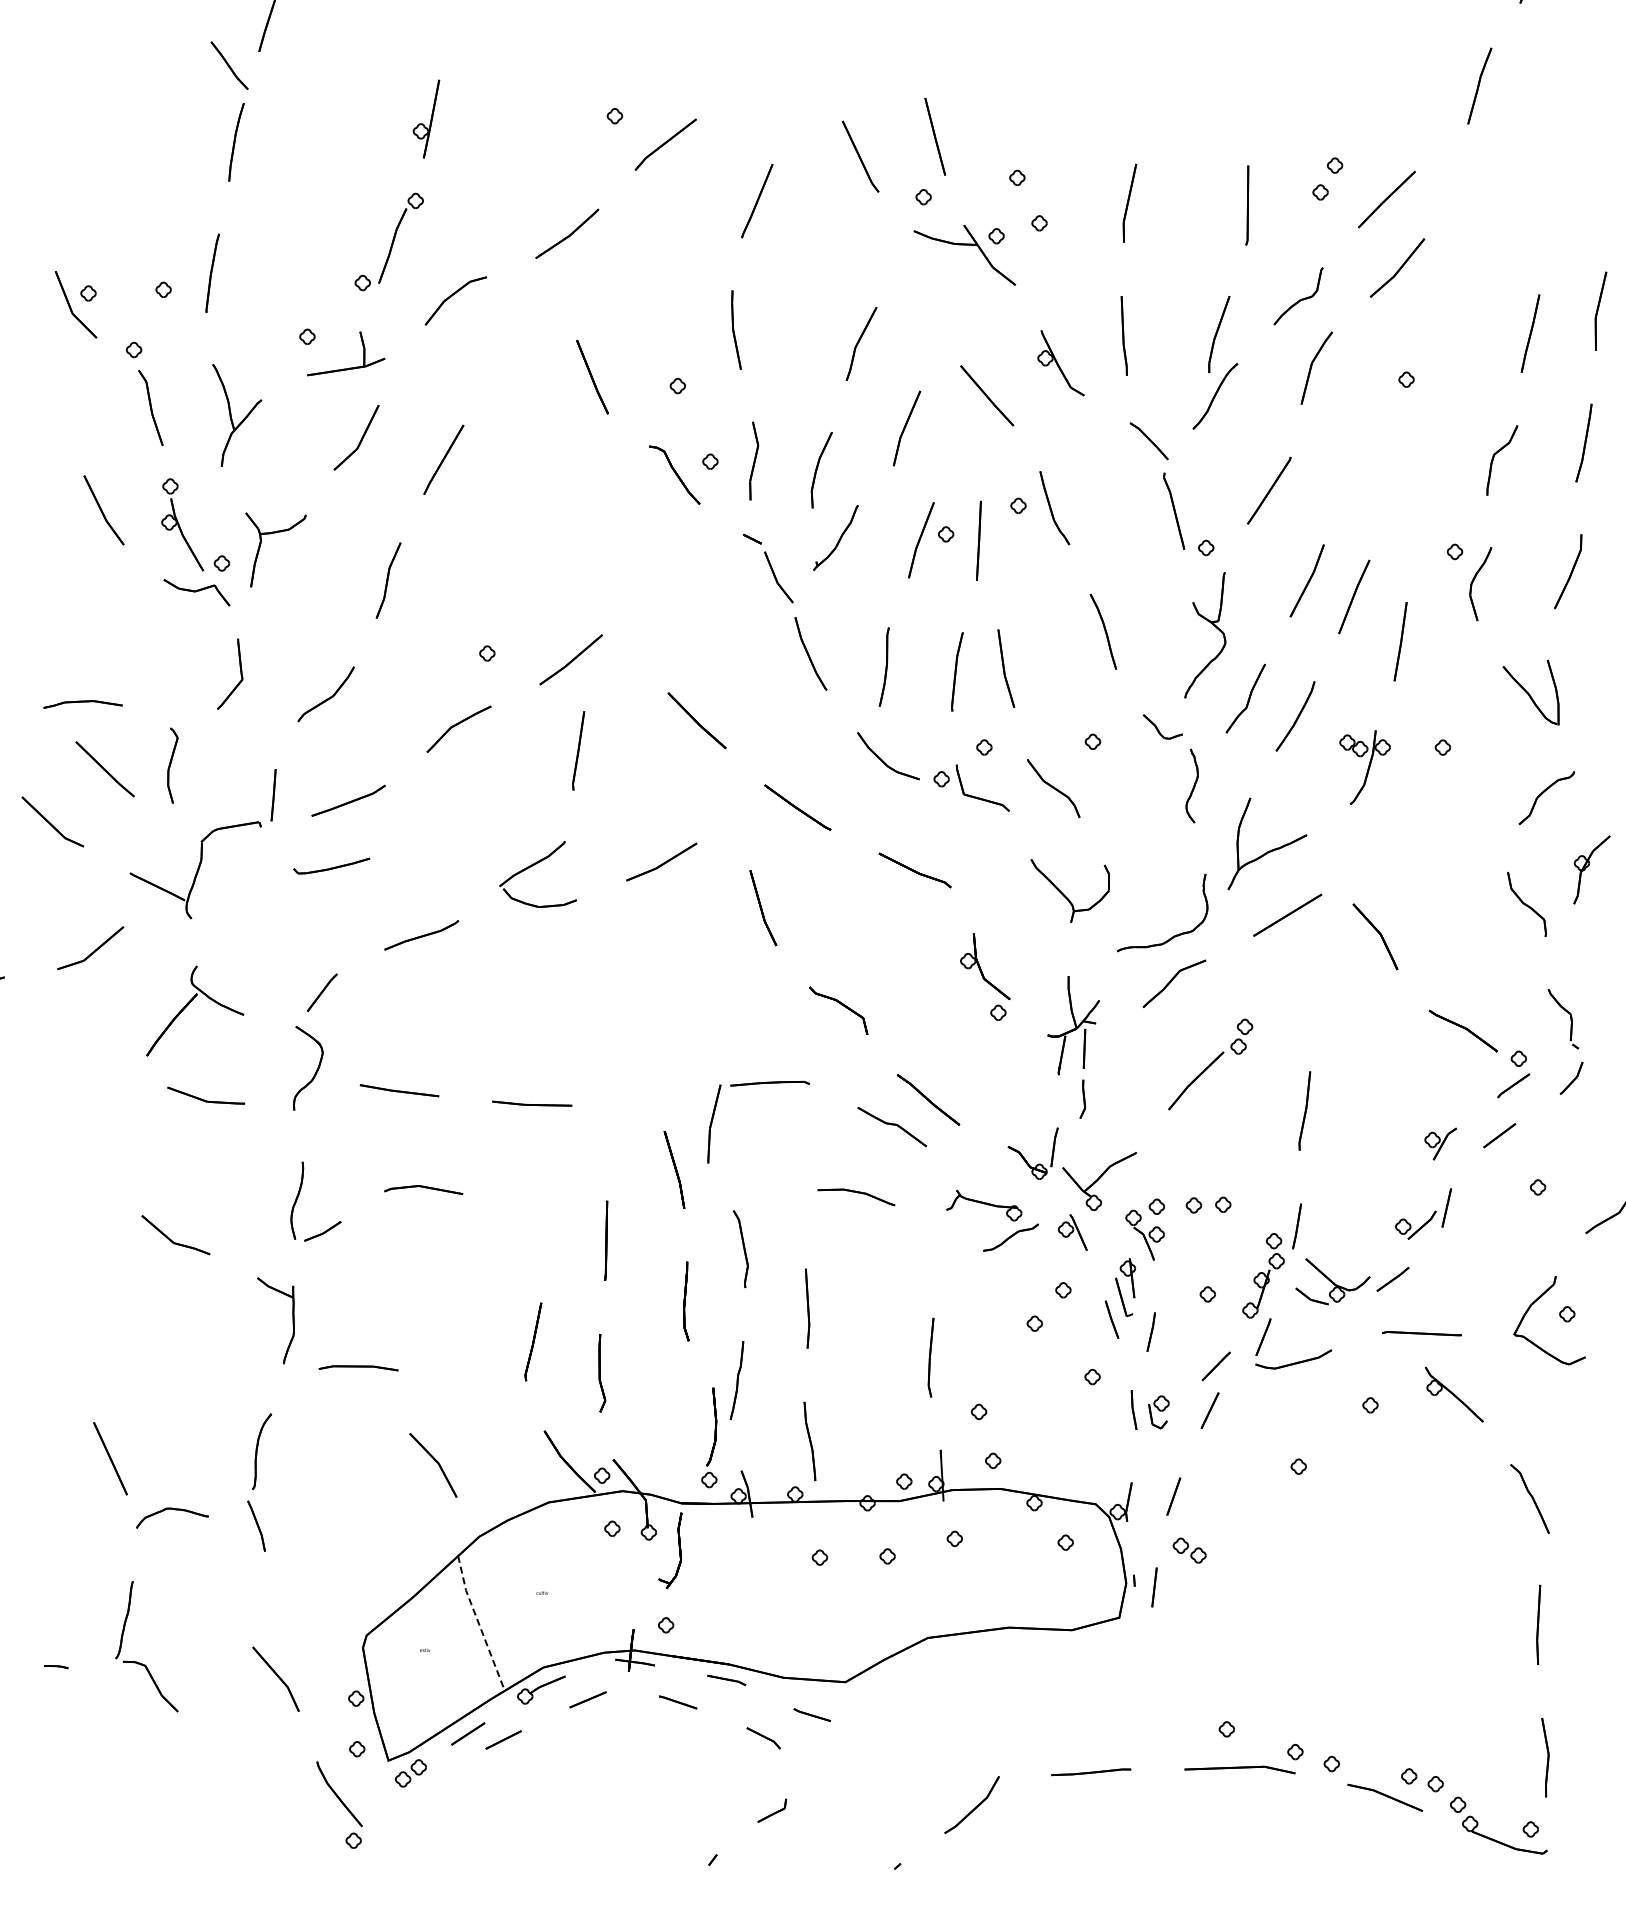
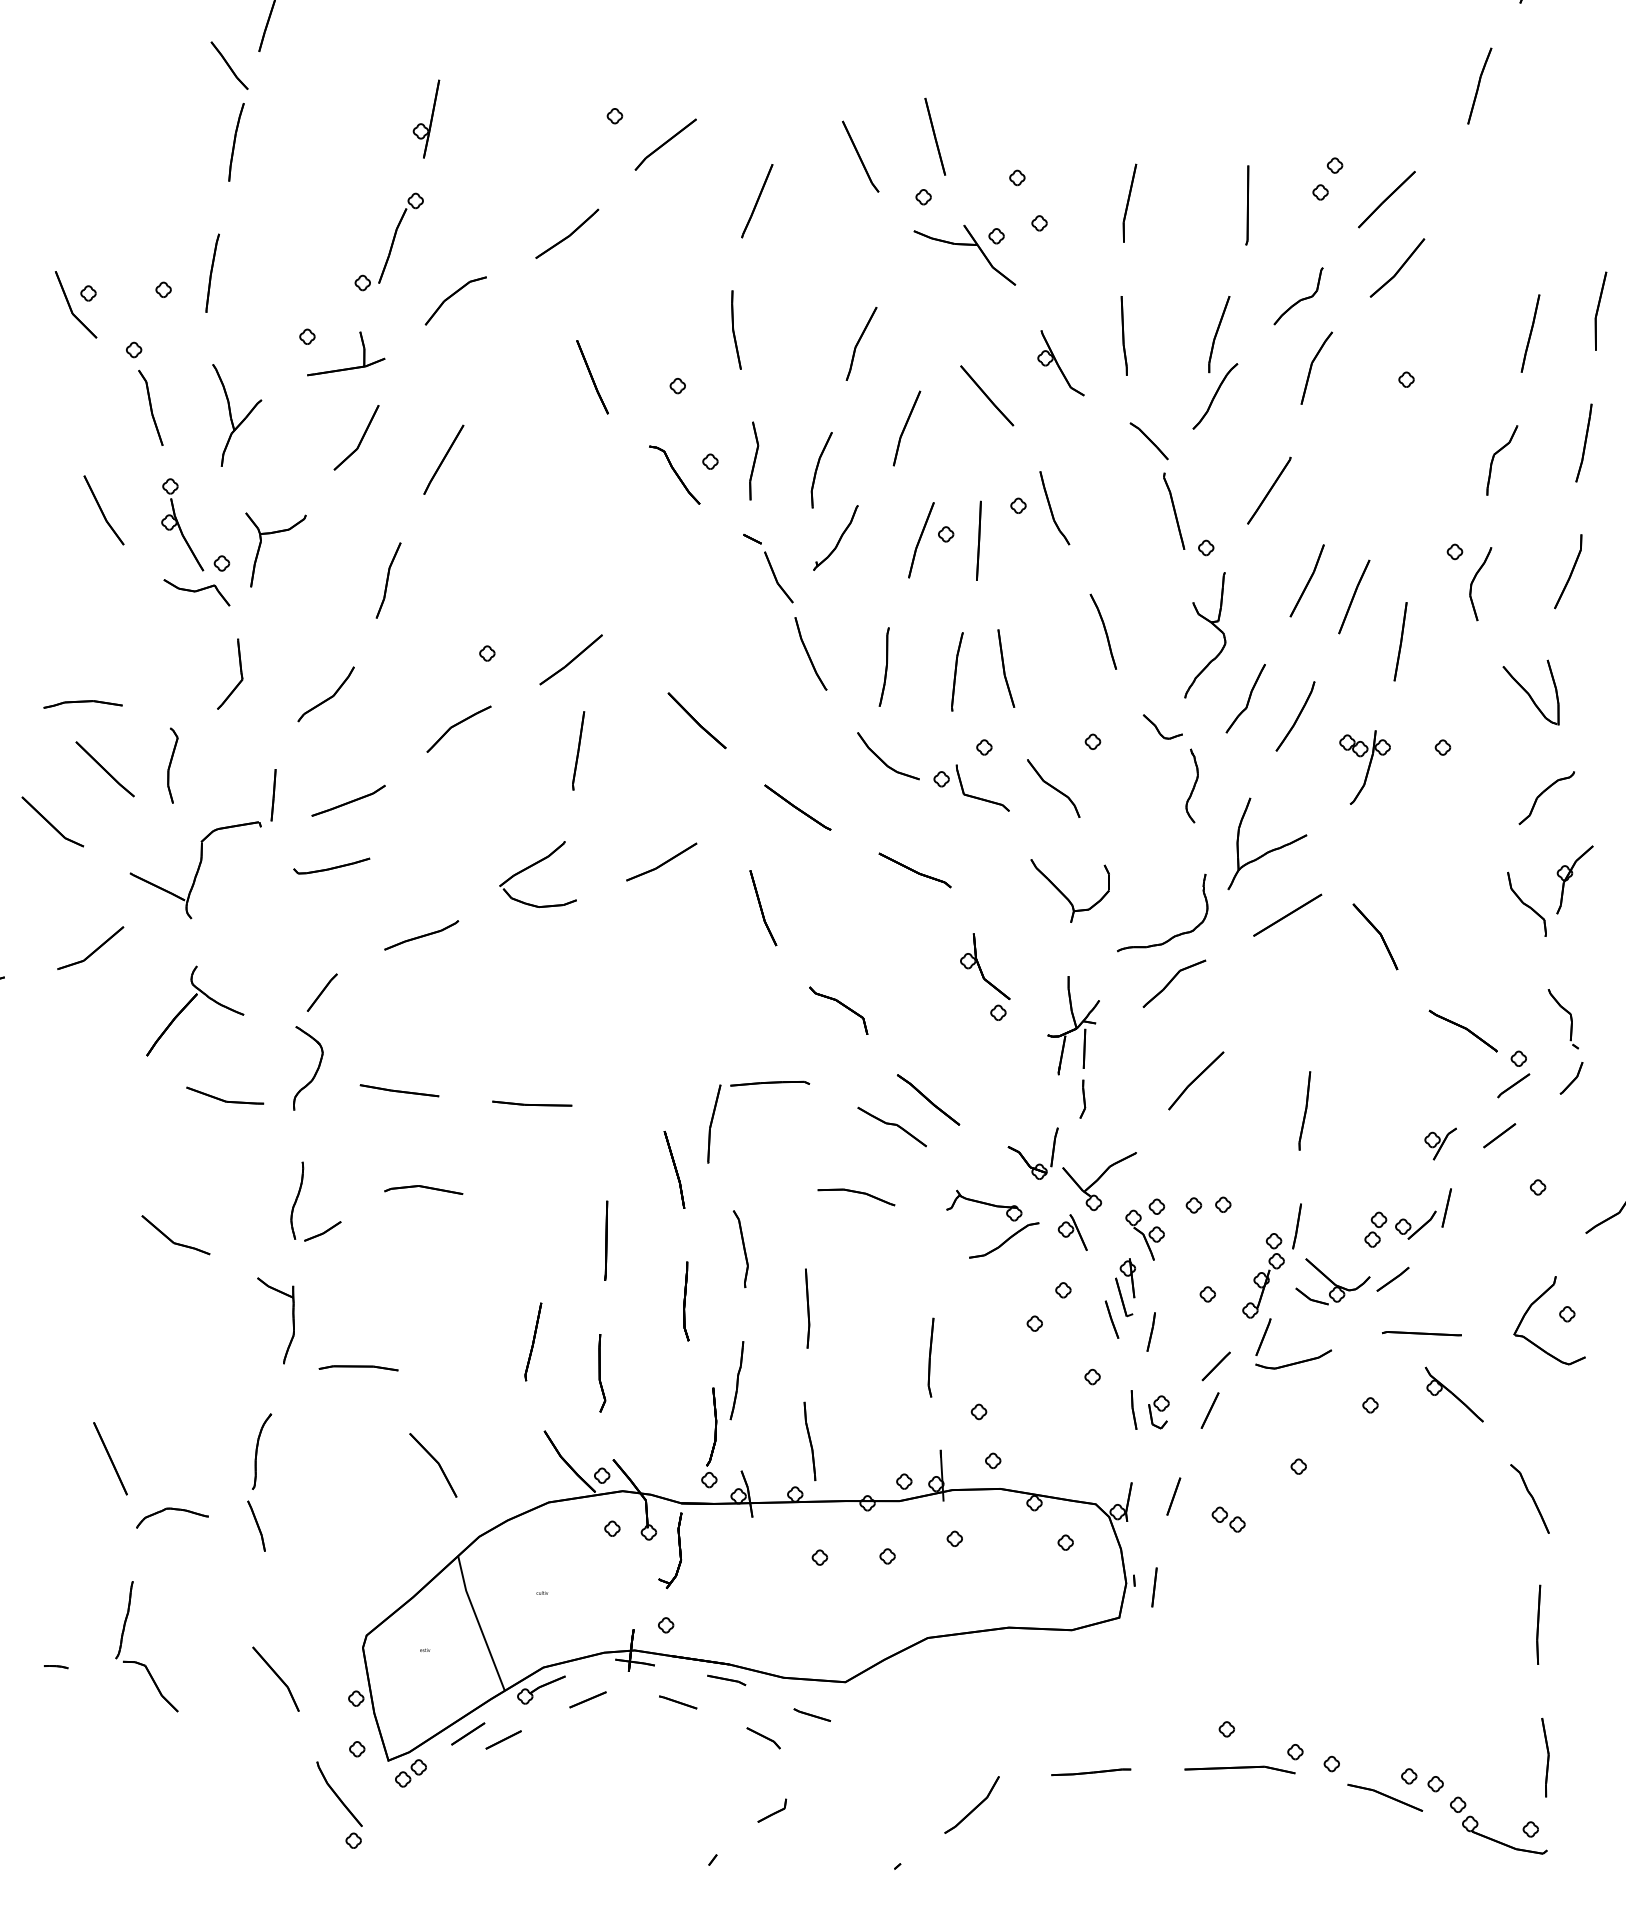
part at (1591, 869) position: (1591, 869) -> (1574, 879)
part at (1241, 1036) position: (1241, 1036) -> (1375, 1229)
part at (206, 1095) position: (206, 1095) -> (225, 1095)
part at (1007, 1239) size: 49x24 px -> 71x37 px
part at (1189, 1550) position: (1189, 1550) -> (1228, 1519)
line at (479, 1624): dashed -> solid
